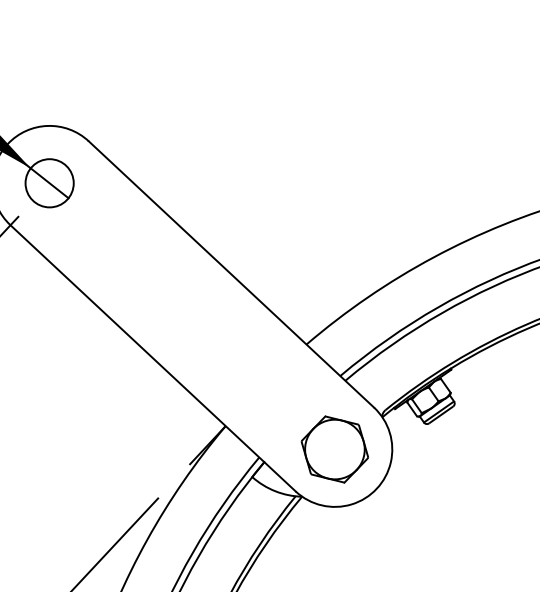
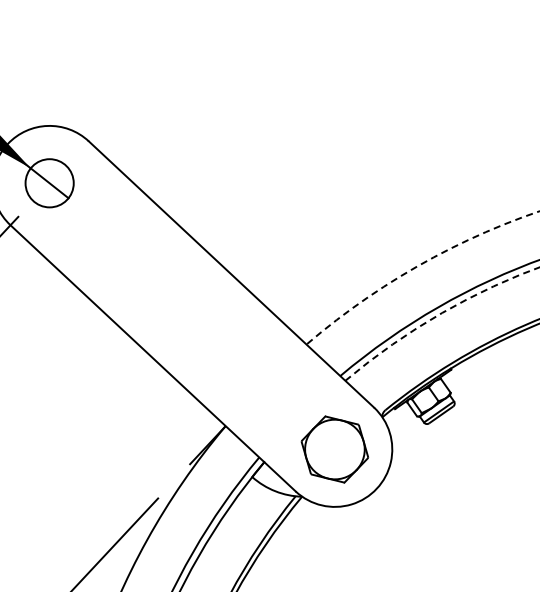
arc at (416, 266): solid -> dashed
arc at (438, 314): solid -> dashed
